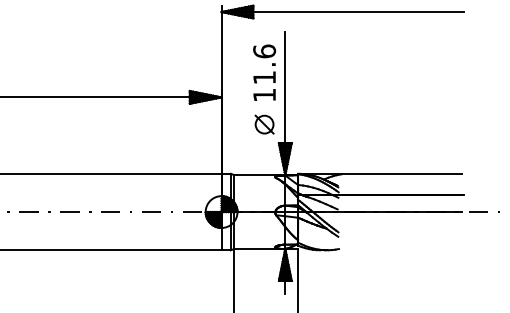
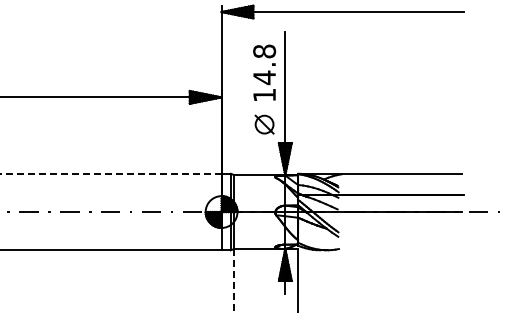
text at (264, 64): 11.6 -> 14.8
line at (110, 173): solid -> dashed
line at (234, 280): solid -> dashed
